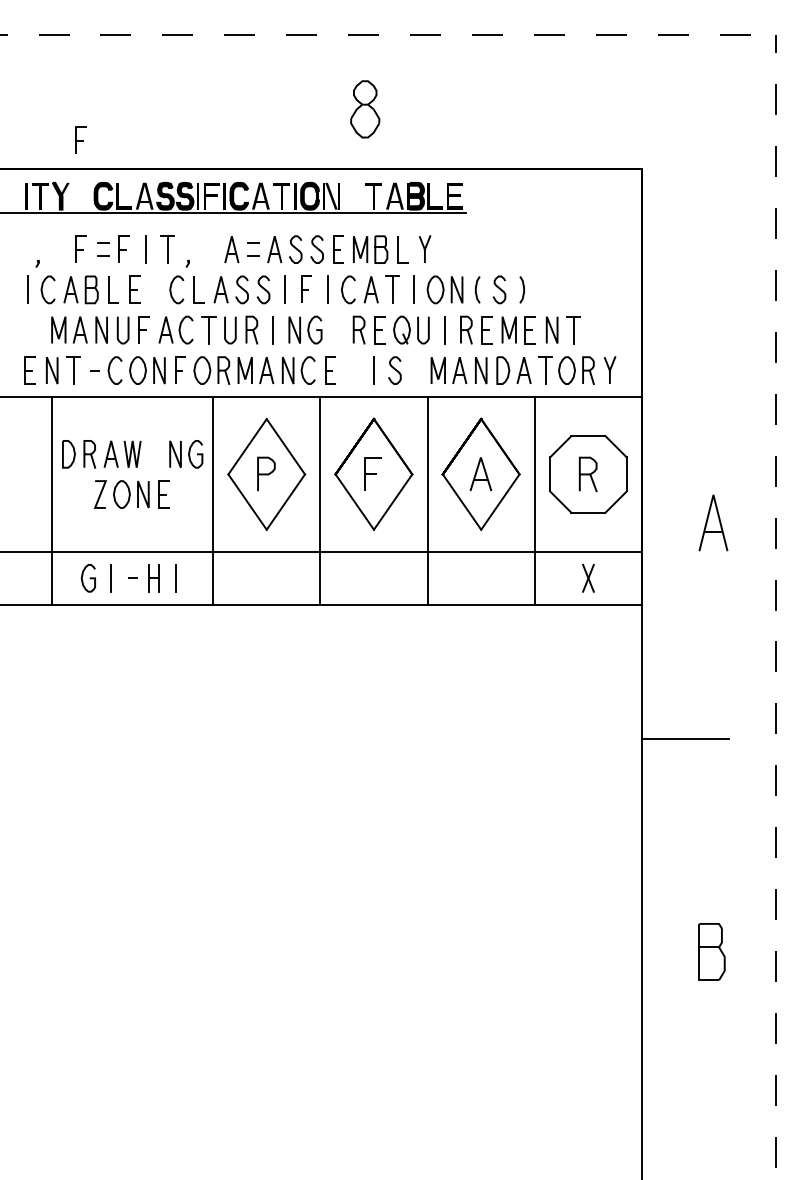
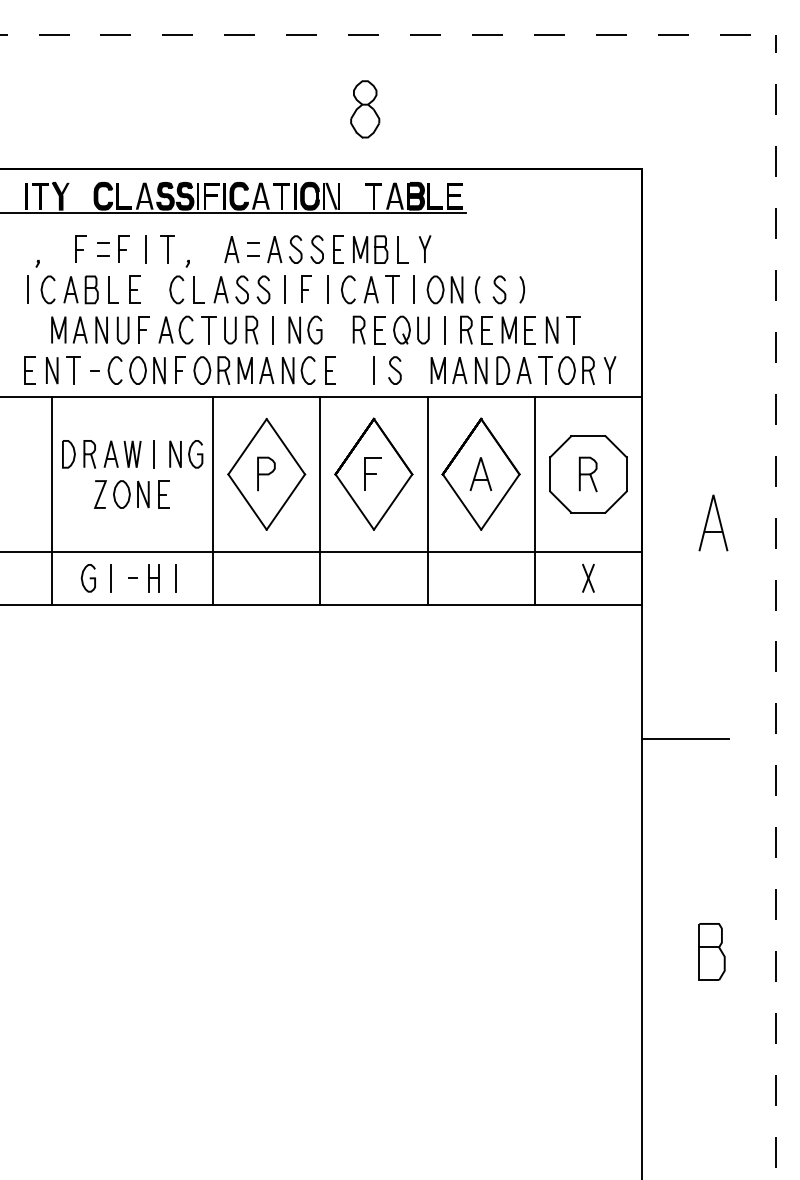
part at (80, 139): present -> none
line at (154, 453): none -> present
